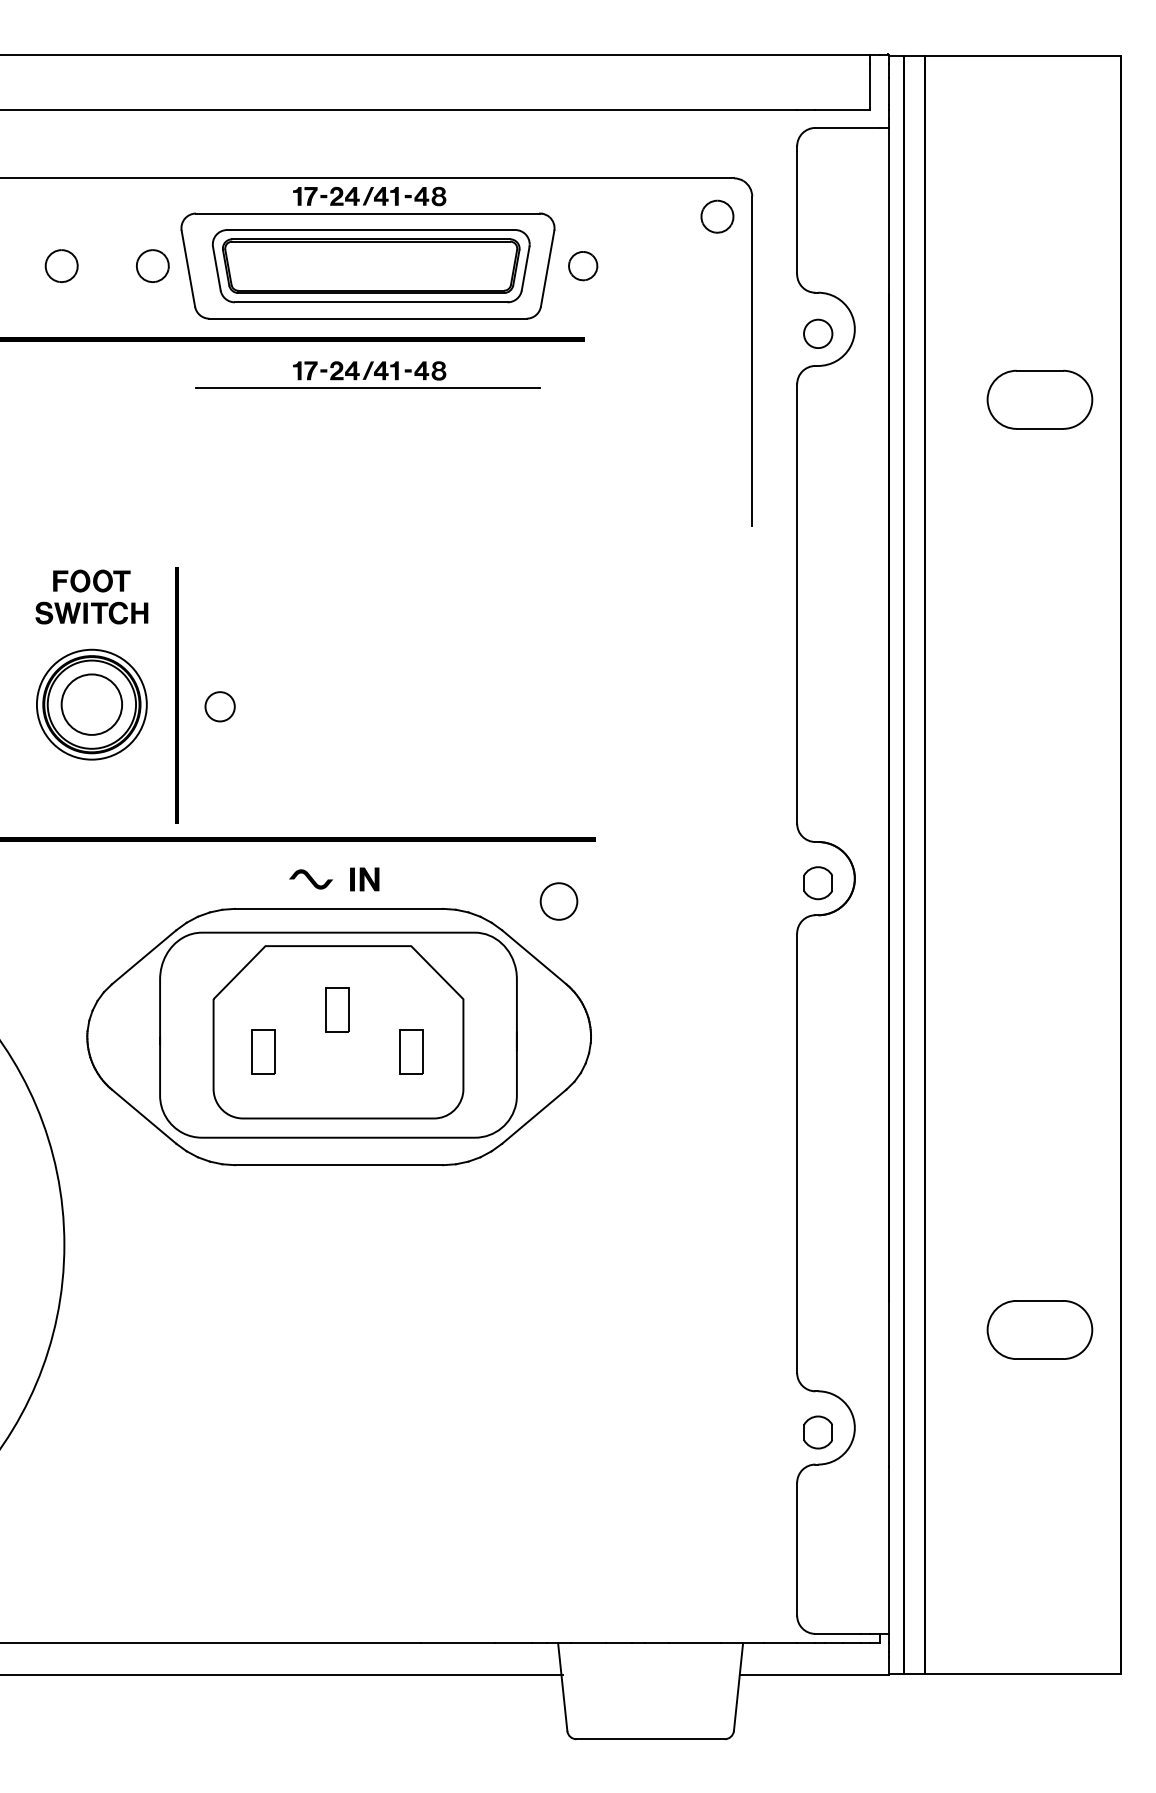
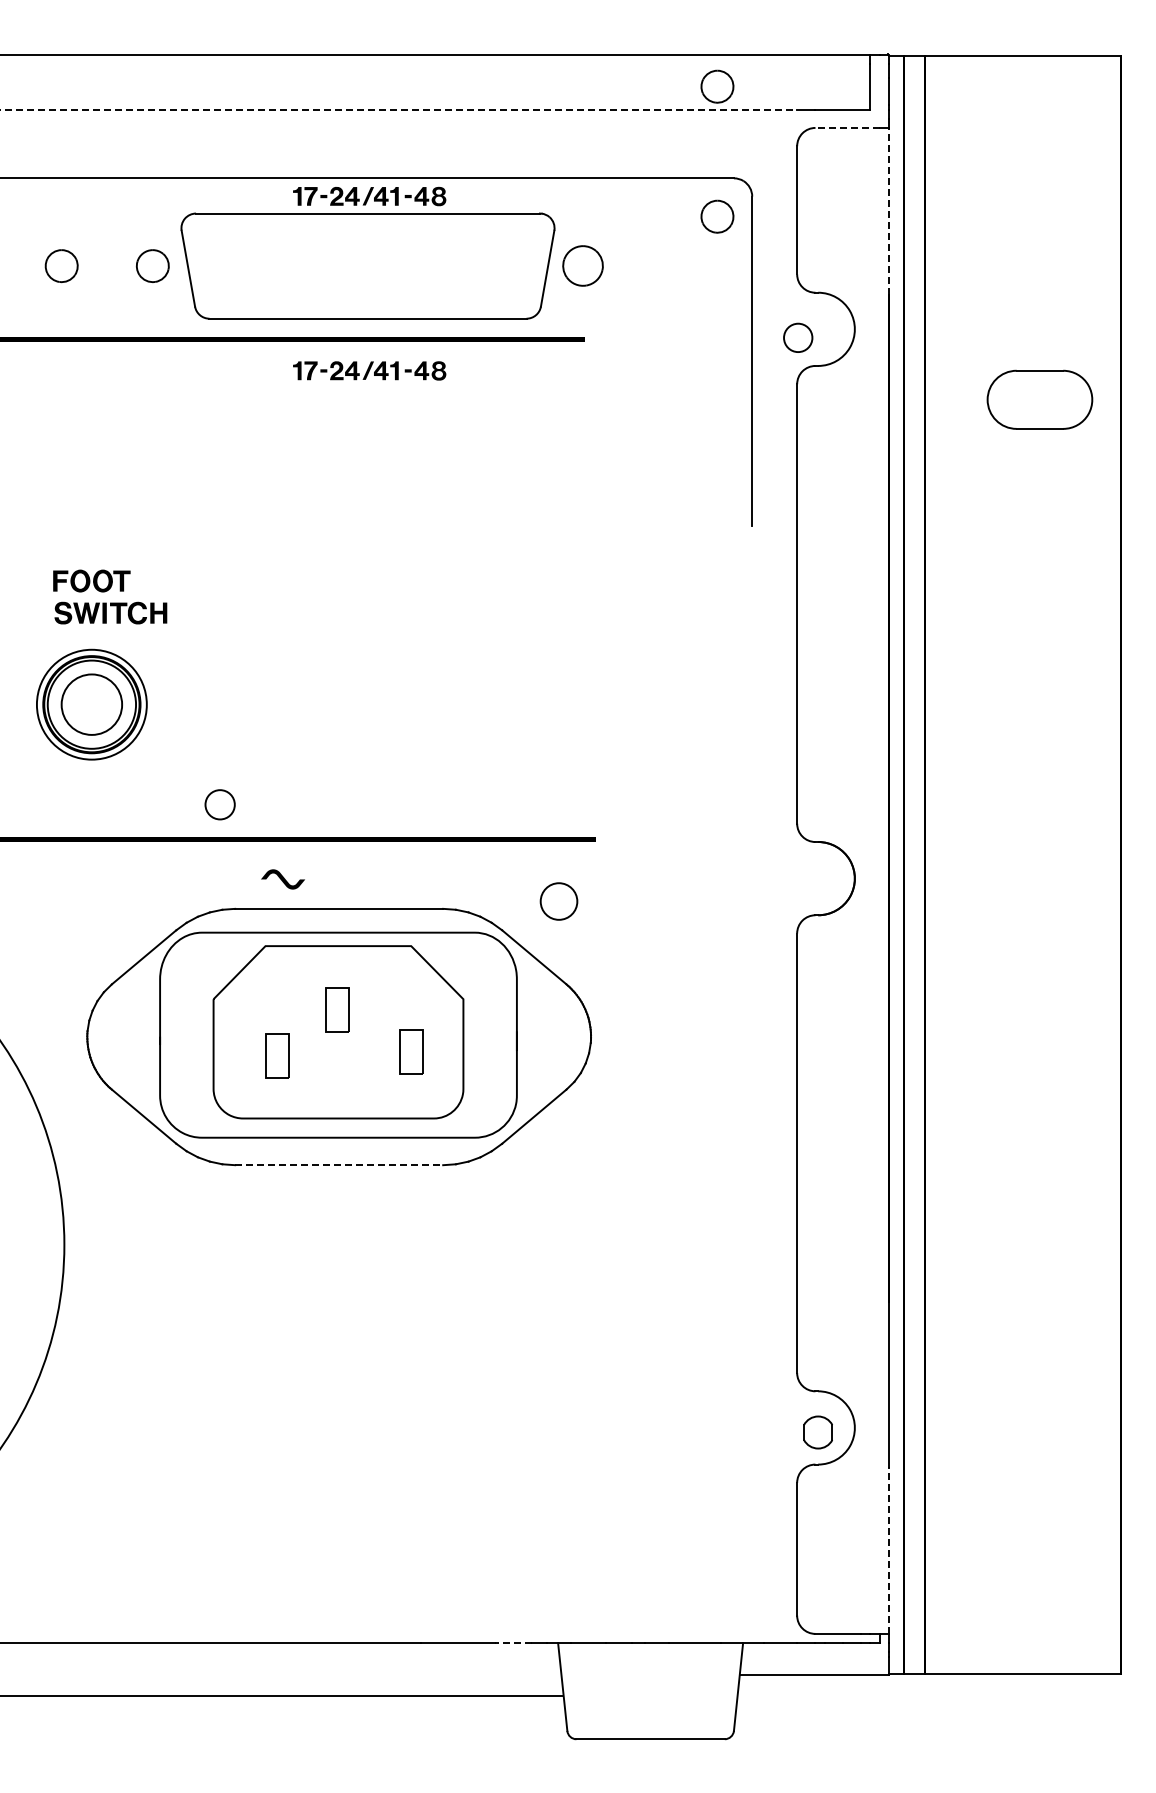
part at (717, 86): none -> present
line at (399, 109): solid -> dashed
line at (847, 127): solid -> dashed
line at (888, 211): solid -> dashed
part at (370, 266): present -> none
part at (583, 266) size: 31x31 px -> 42x42 px
part at (818, 333) position: (818, 333) -> (798, 337)
line at (367, 387): present -> none
part at (91, 612) position: (91, 612) -> (110, 612)
fill at (176, 695): present -> none
part at (219, 706) position: (219, 706) -> (219, 804)
part at (310, 879) position: (310, 879) -> (282, 879)
part at (364, 879): present -> none
part at (817, 883): present -> none
part at (263, 1051) position: (263, 1051) -> (277, 1055)
line at (339, 1165): solid -> dashed
part at (1039, 1329): present -> none
line at (888, 1550): solid -> dashed
line at (512, 1643): solid -> dashed
line at (282, 1675) position: (282, 1675) -> (282, 1696)
